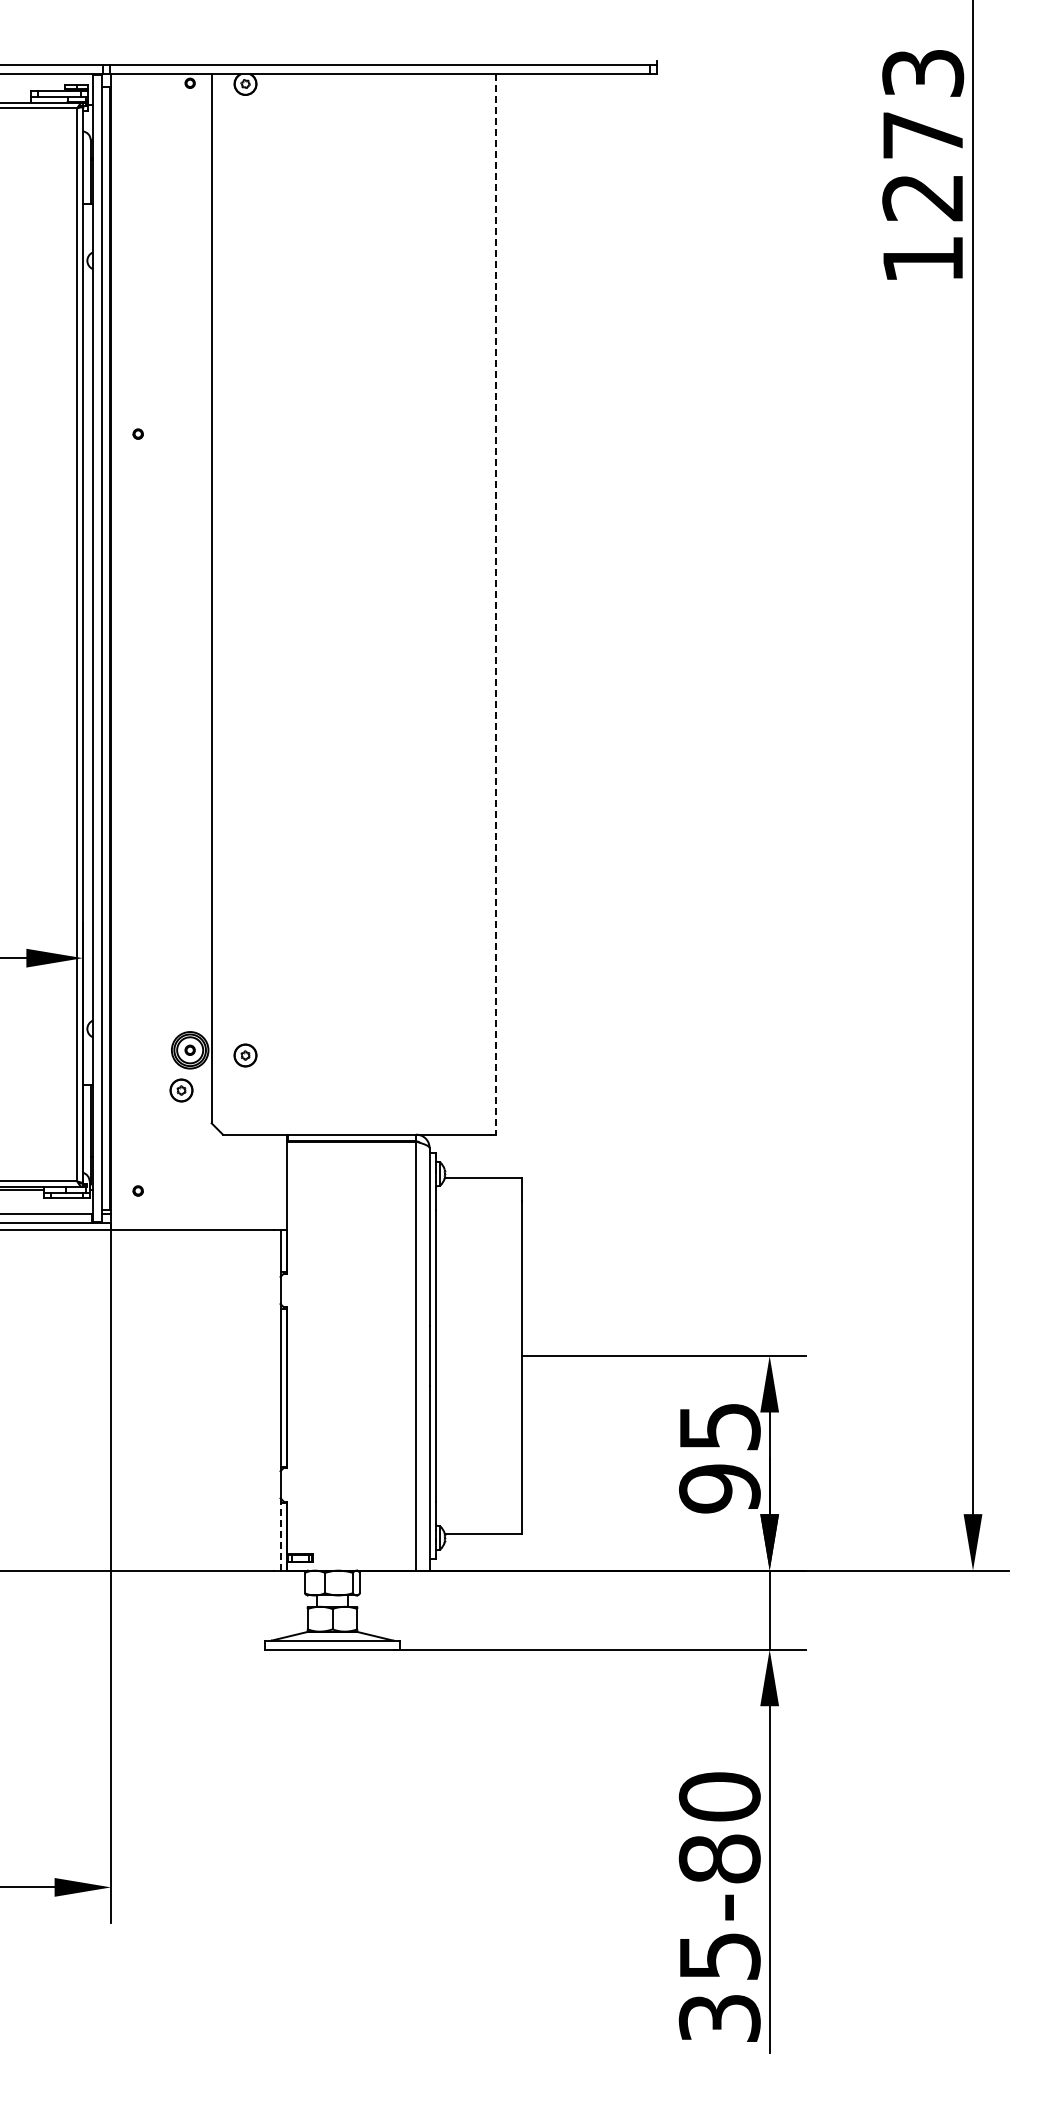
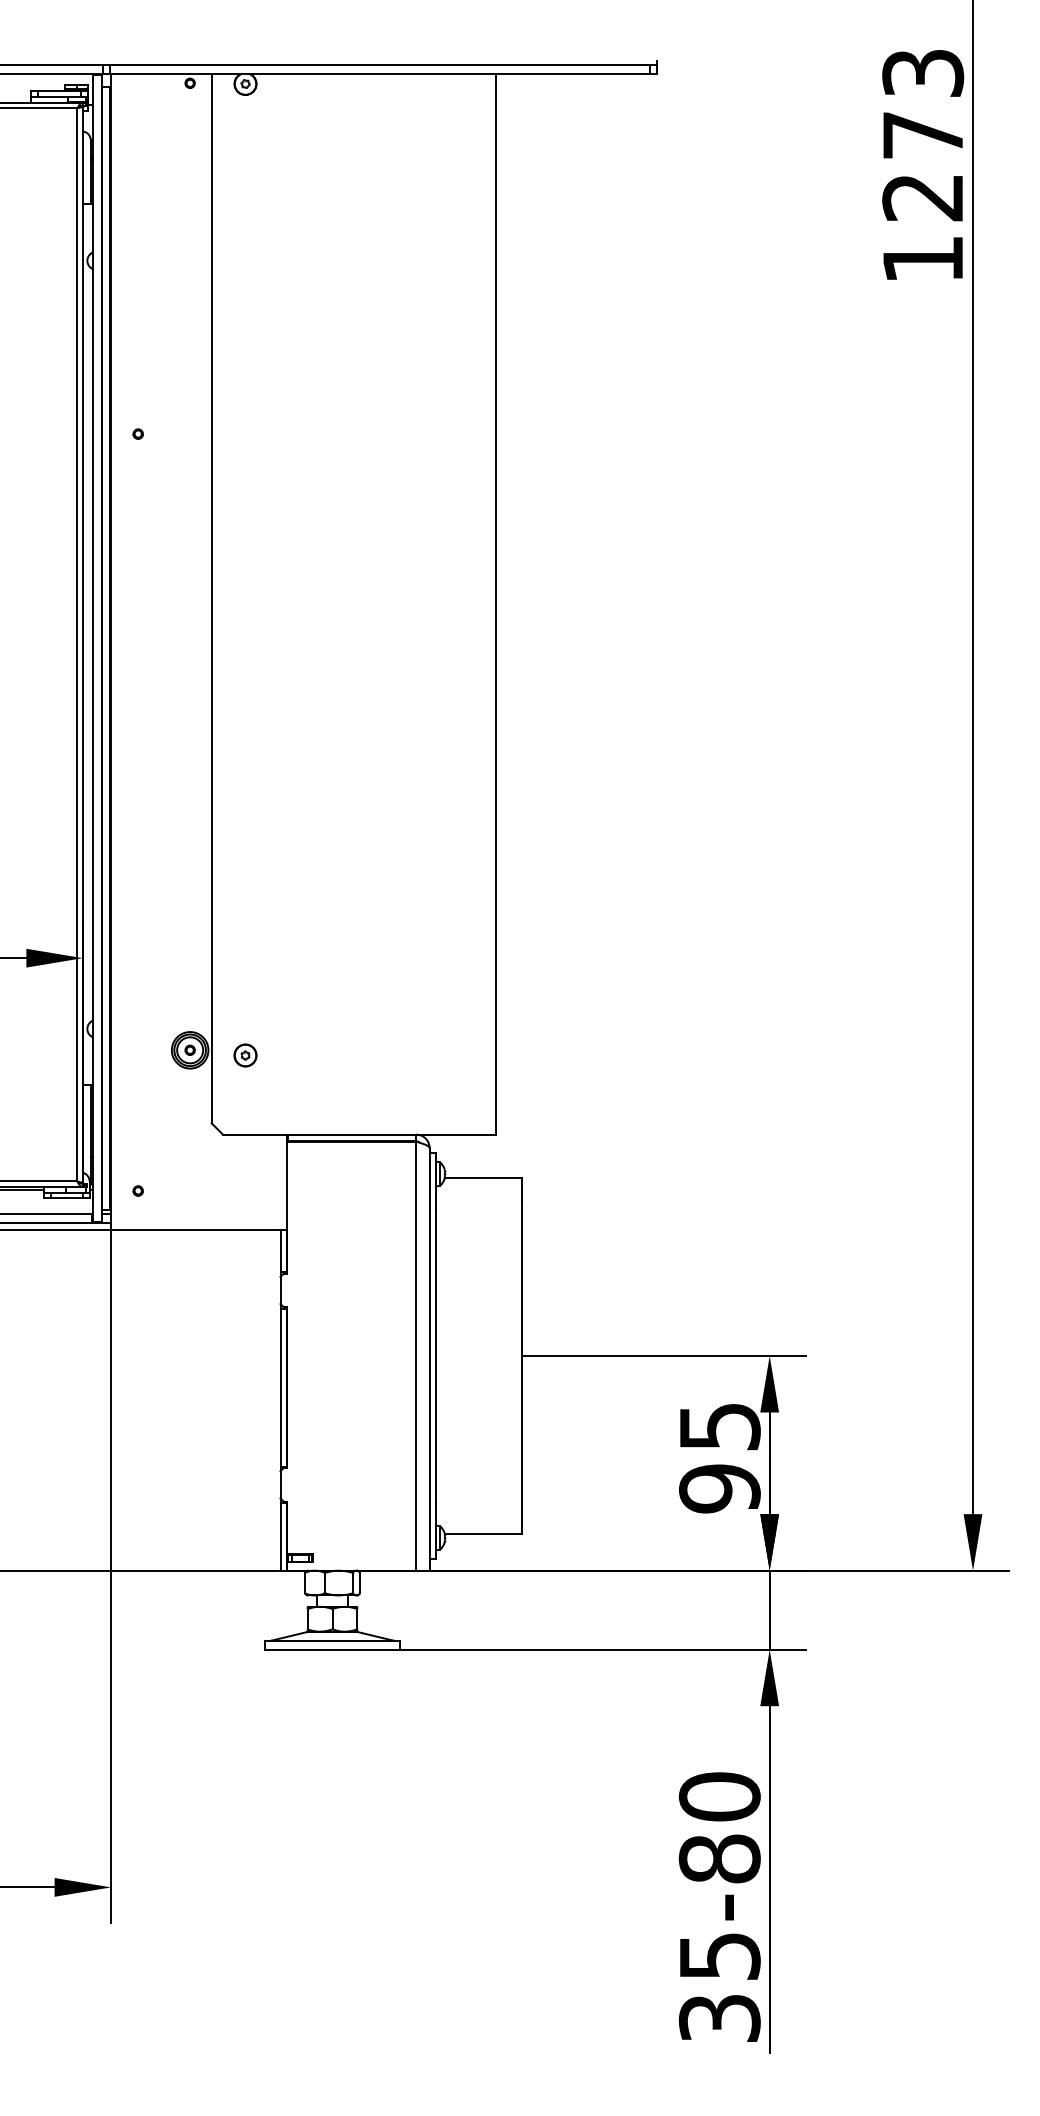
line at (496, 604): dashed -> solid
part at (181, 1090): present -> none
line at (280, 1536): dashed -> solid
